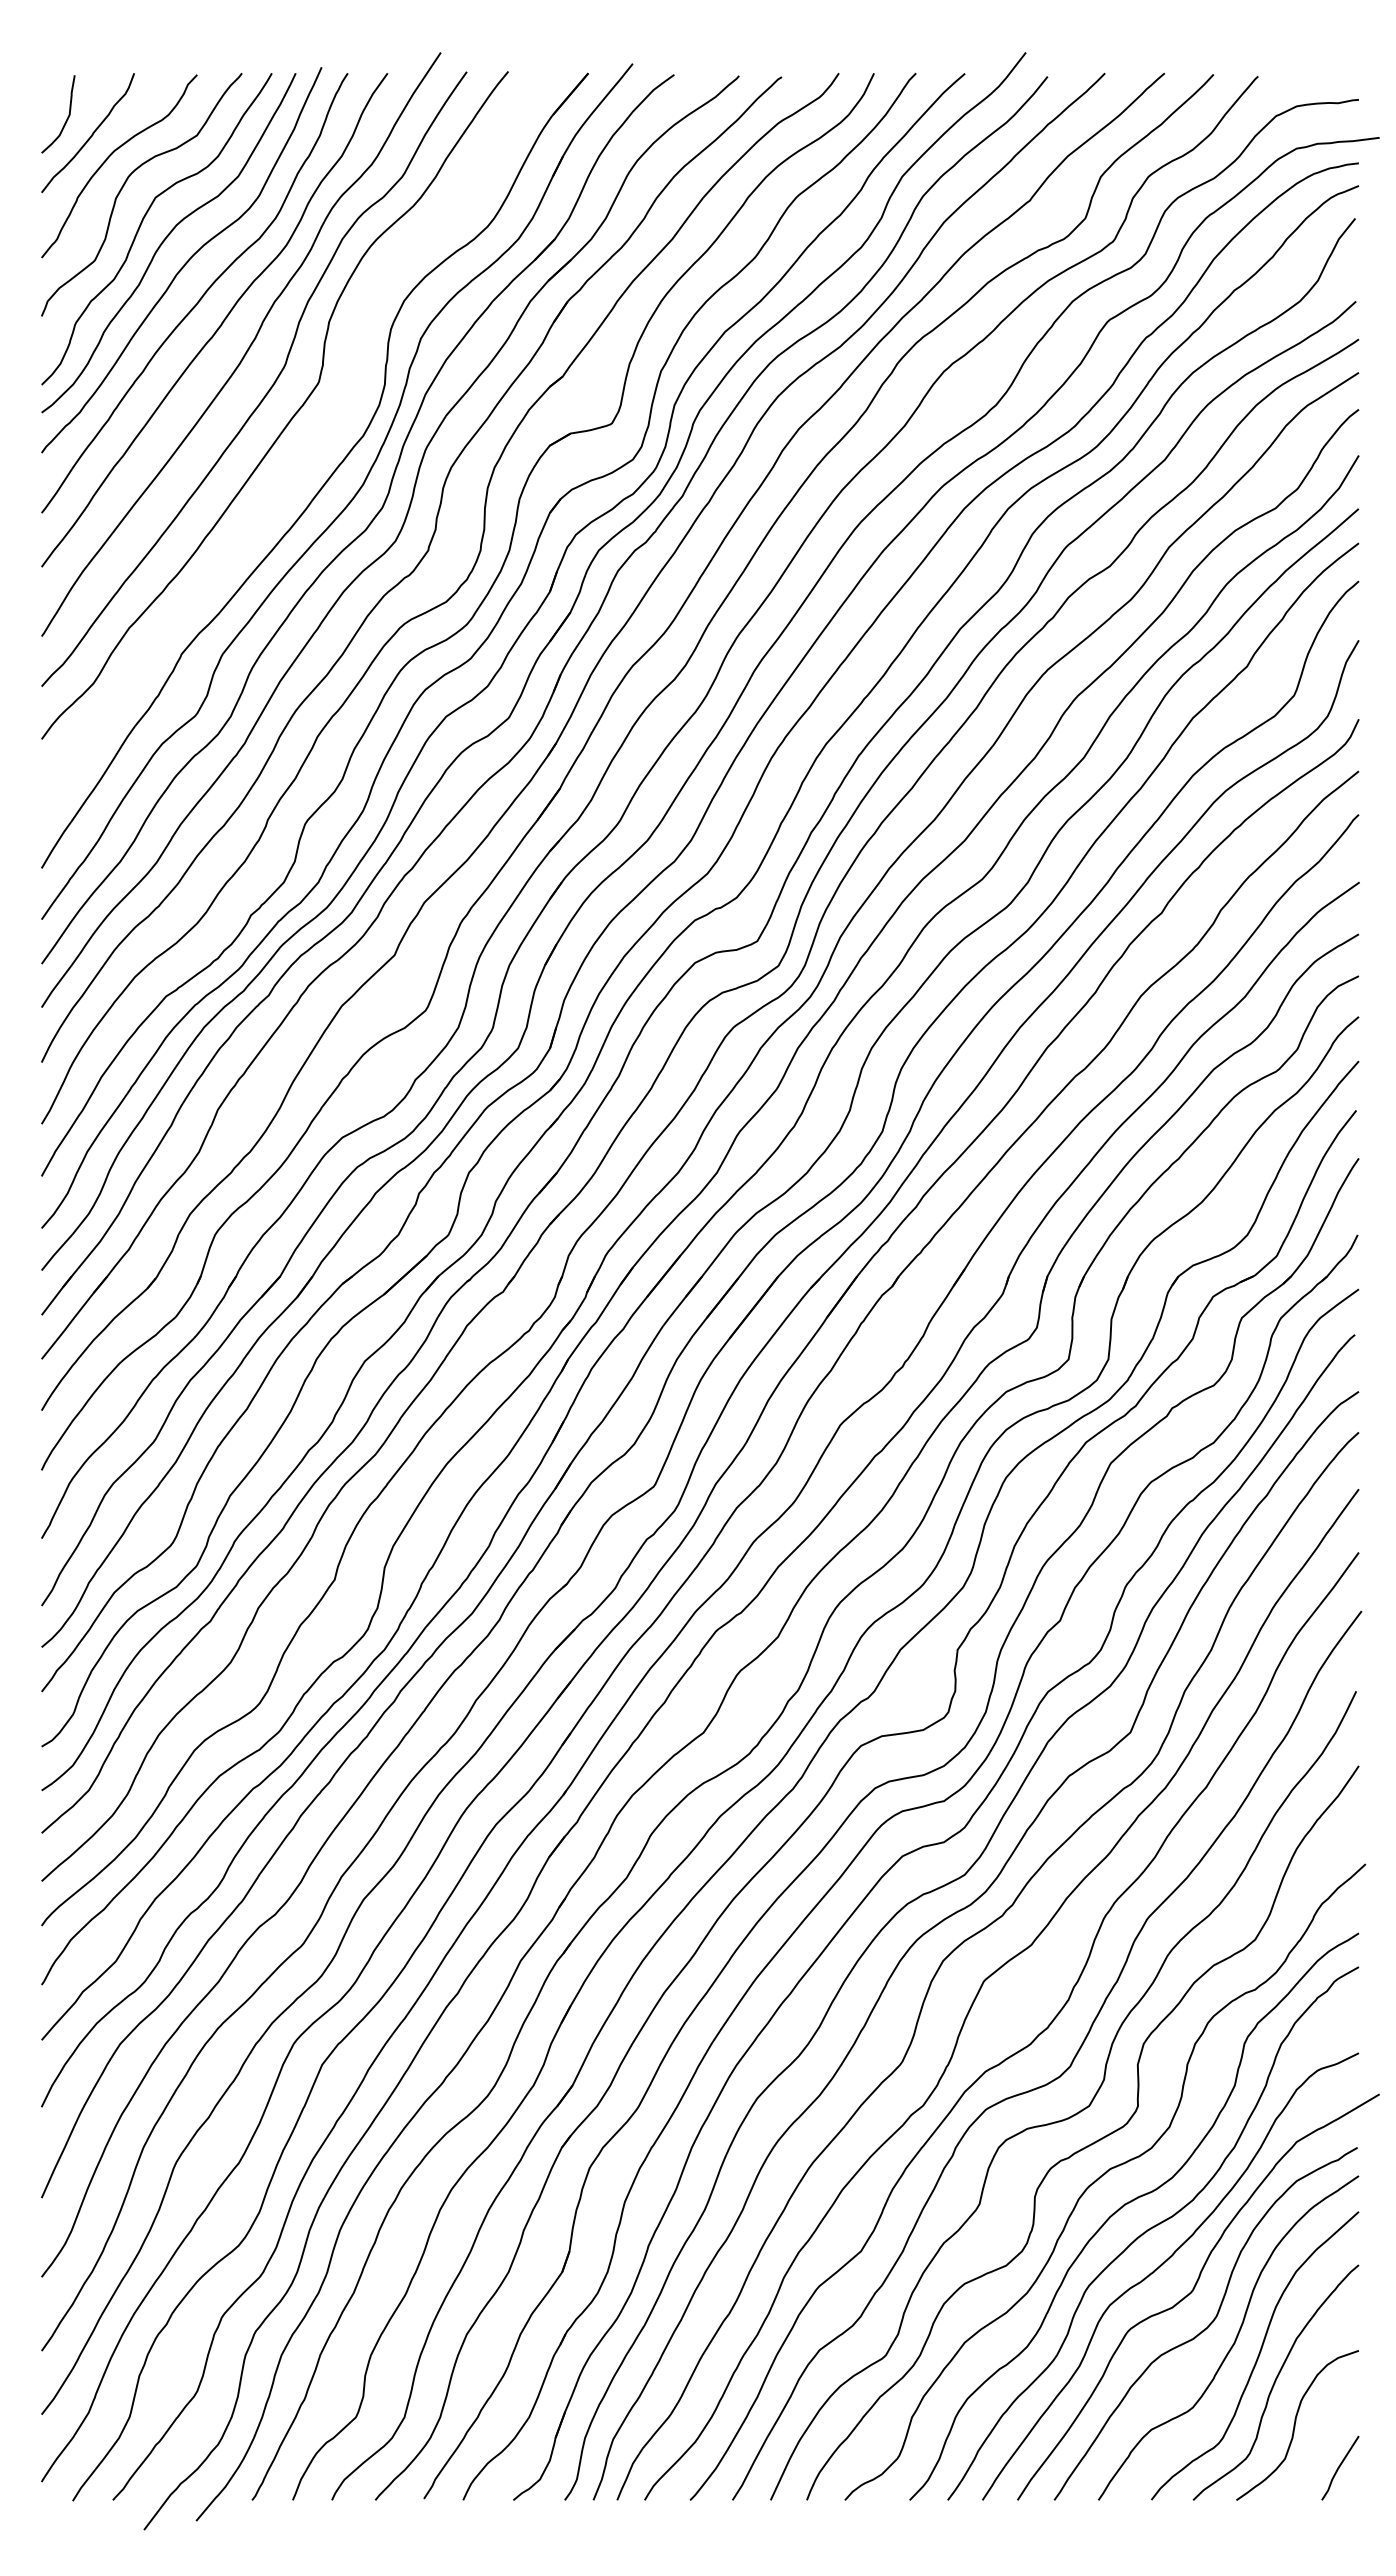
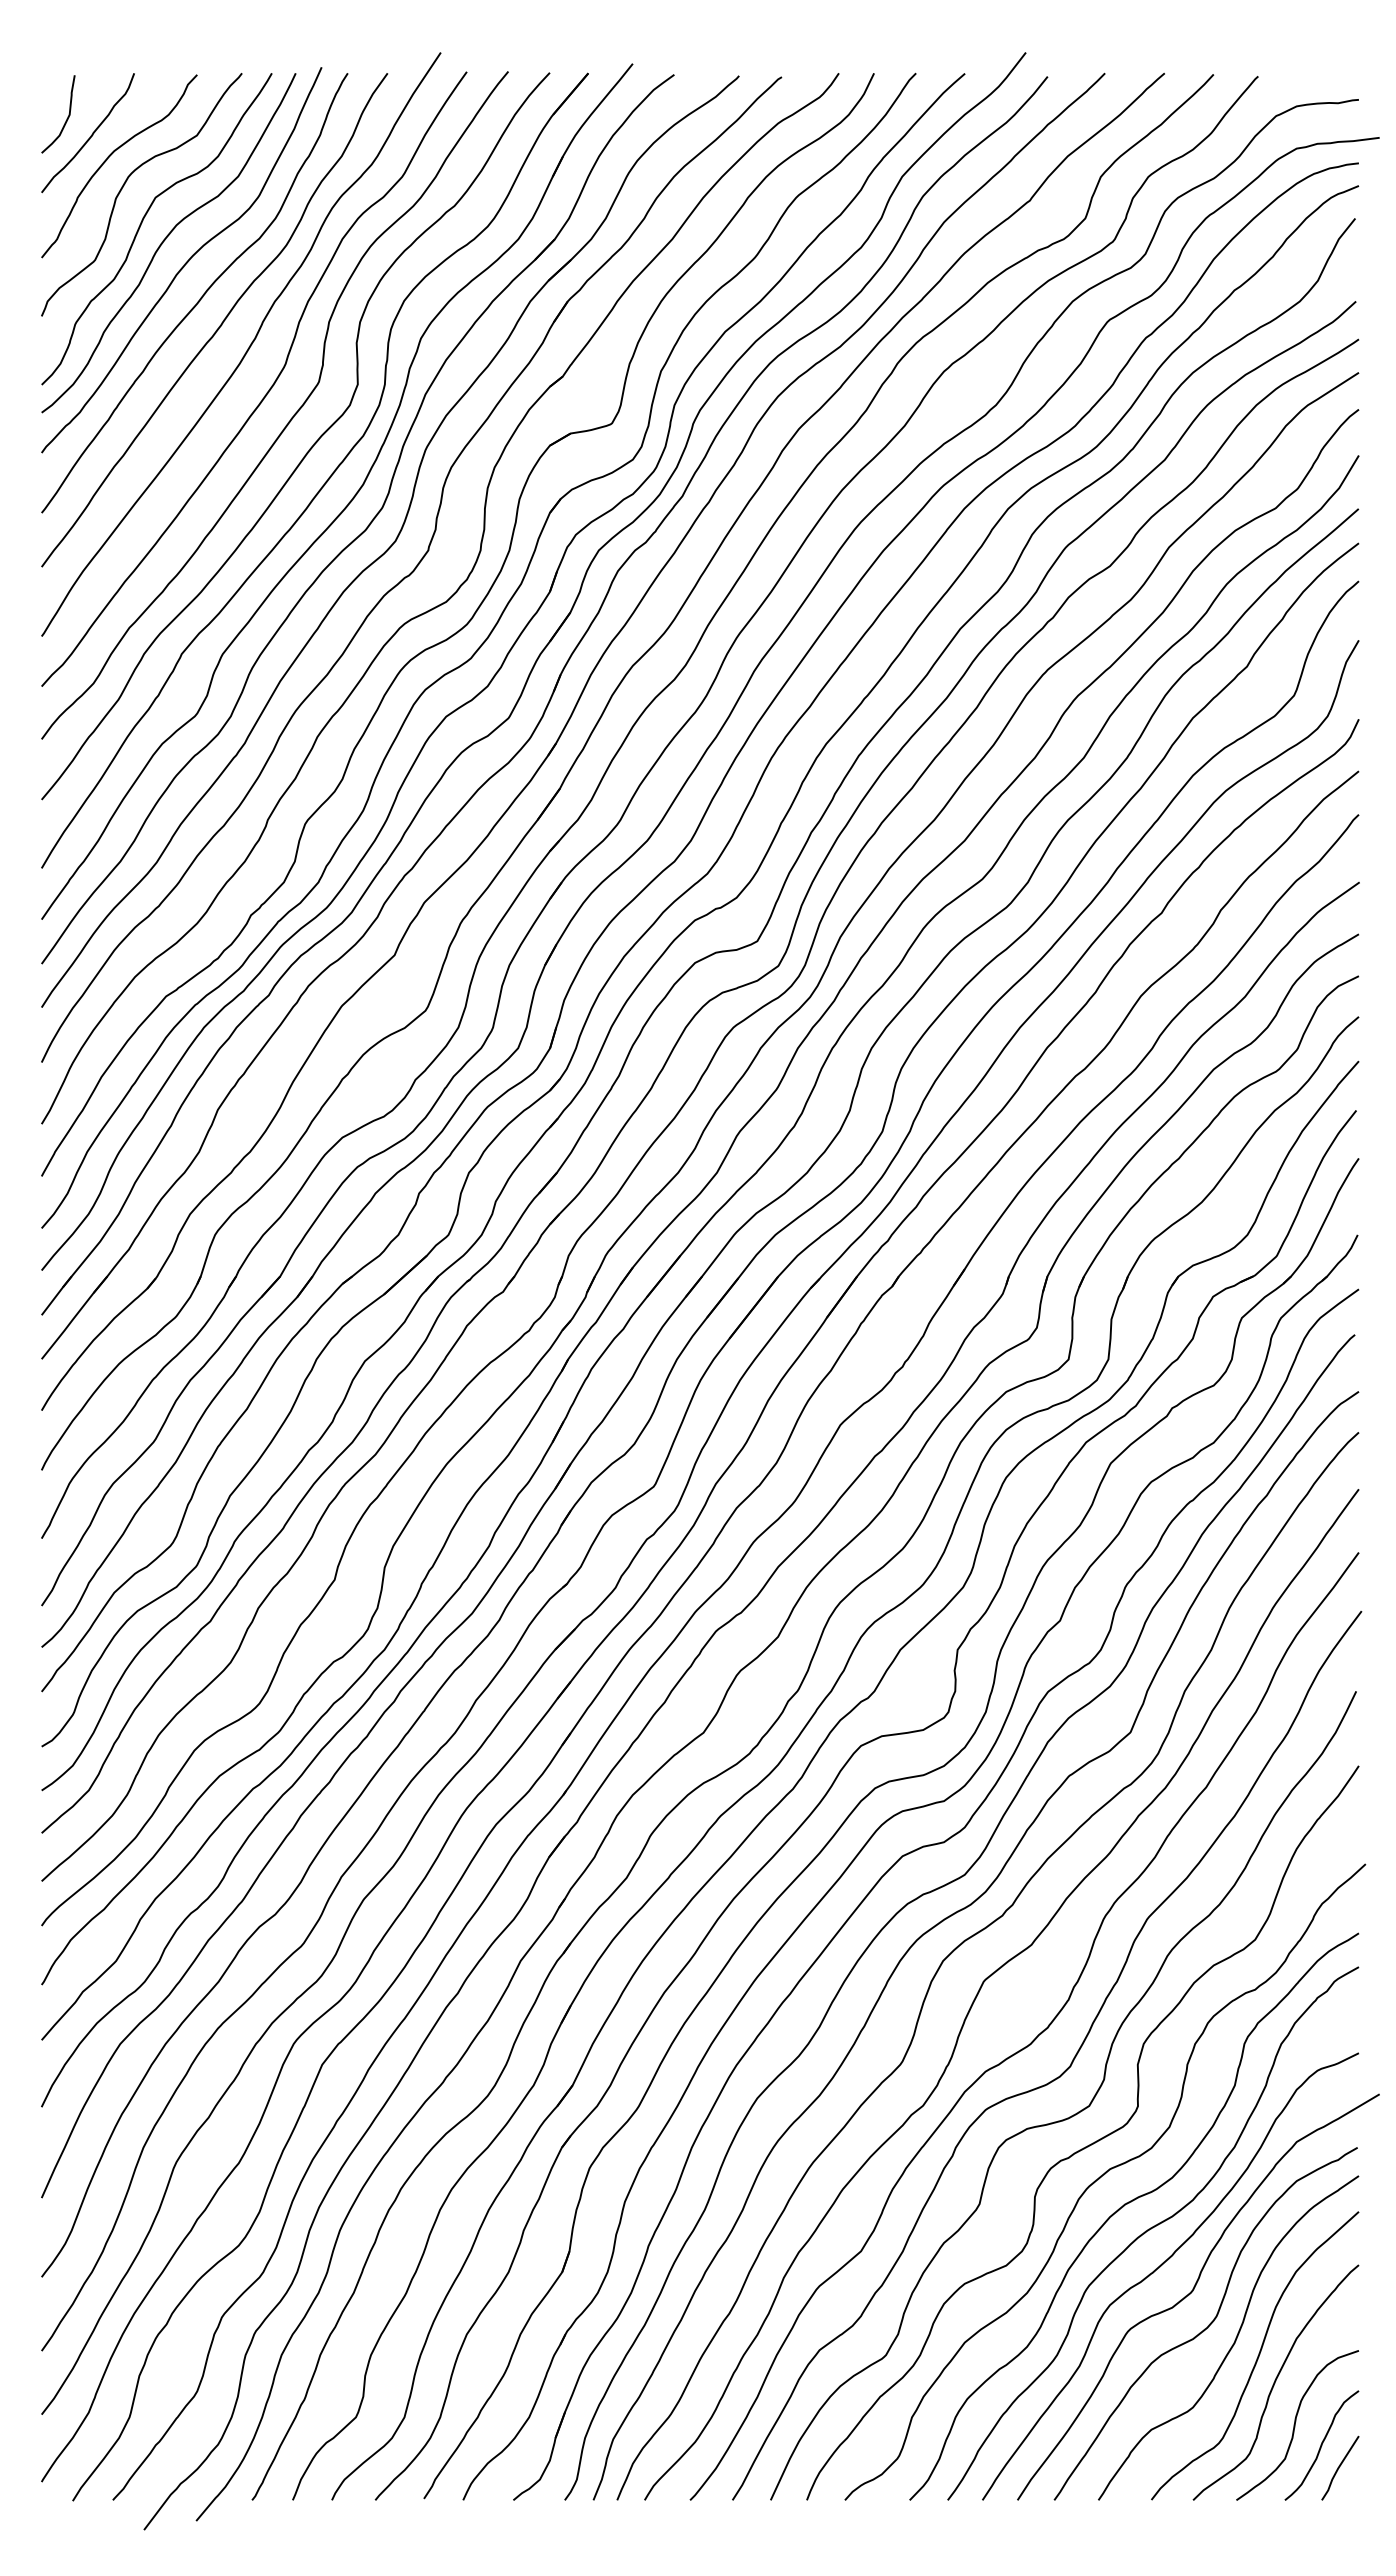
curve at (309, 448): none -> present
curve at (1321, 2445): none -> present
